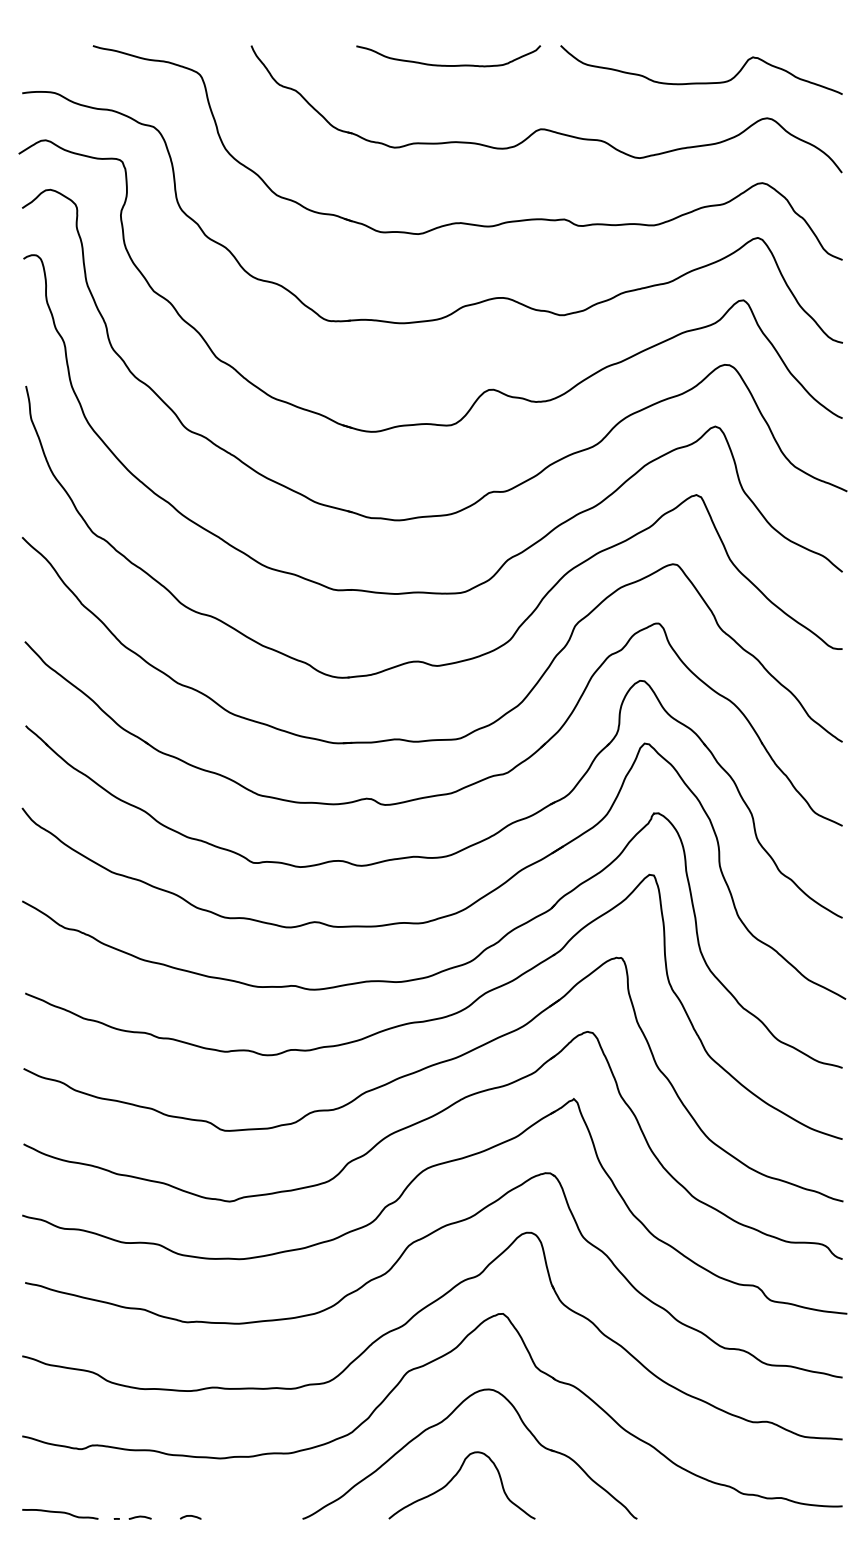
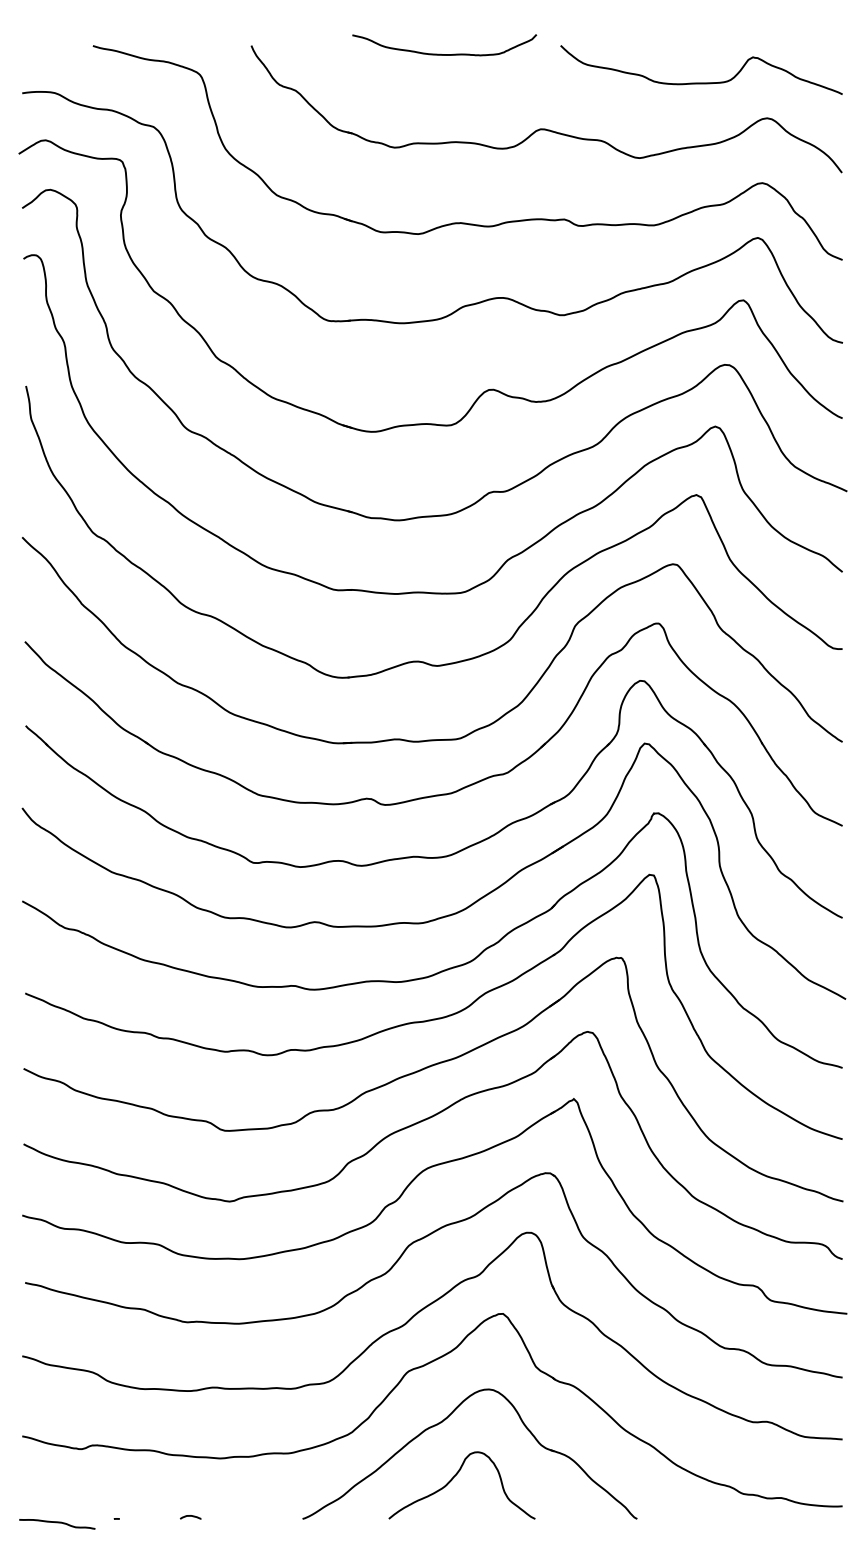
curve at (444, 64) position: (444, 64) -> (440, 53)
curve at (60, 1513) position: (60, 1513) -> (57, 1523)
curve at (139, 1517): present -> none
